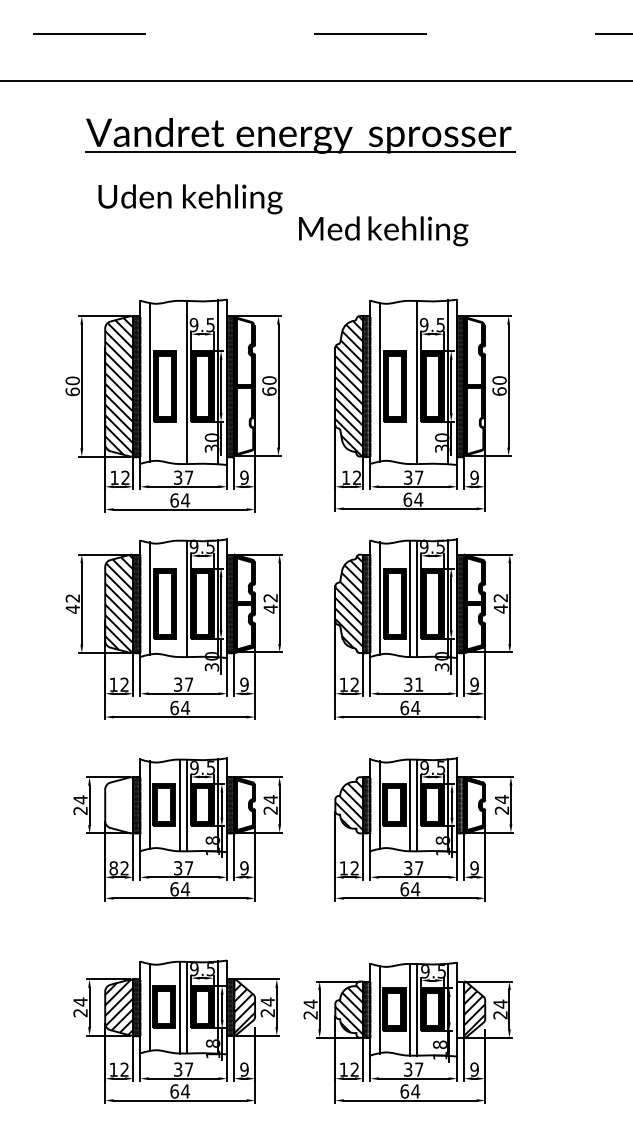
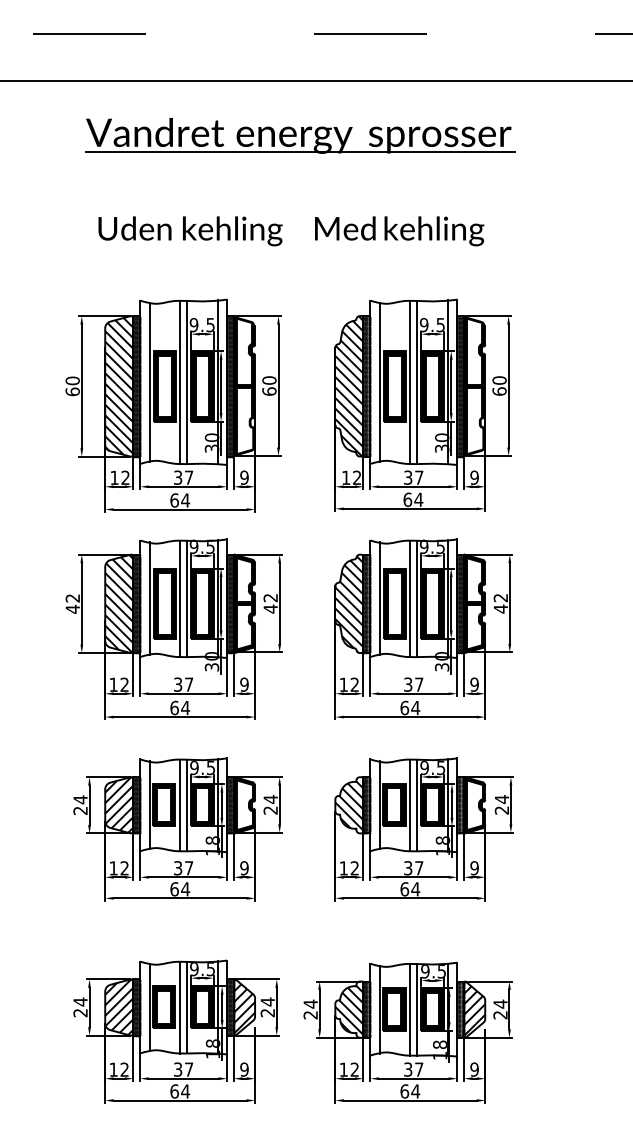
text at (190, 199) position: (190, 199) -> (190, 231)
text at (383, 231) position: (383, 231) -> (399, 231)
line at (180, 382): none -> present
line at (410, 382): none -> present
line at (180, 598): none -> present
text at (419, 684): 31 -> 37
hatch at (119, 804): none -> present
text at (113, 868): 82 -> 12
hatch at (460, 1009): none -> present
